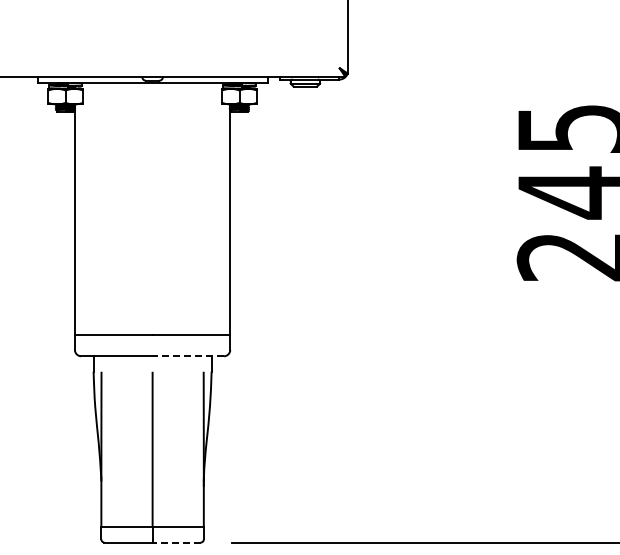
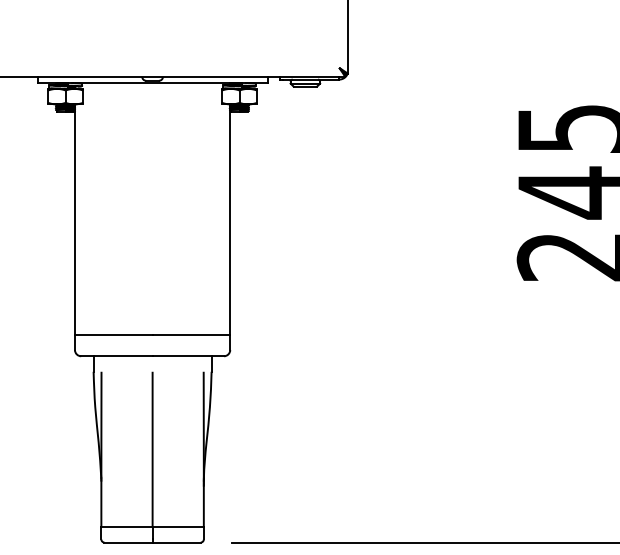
line at (188, 356): dashed -> solid
line at (176, 542): dashed -> solid
